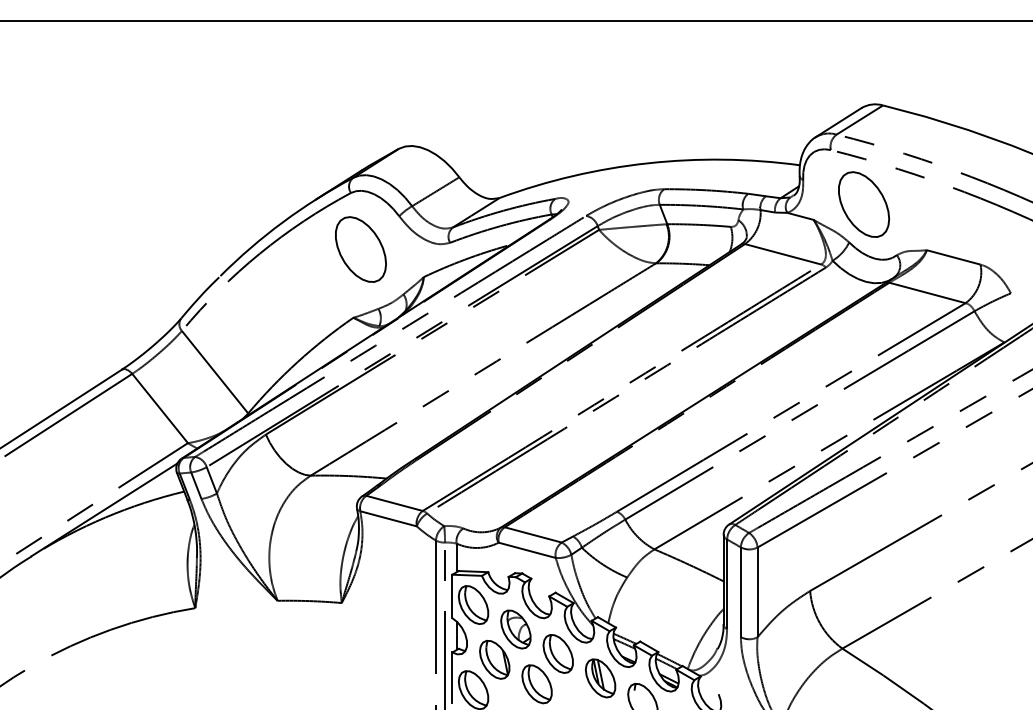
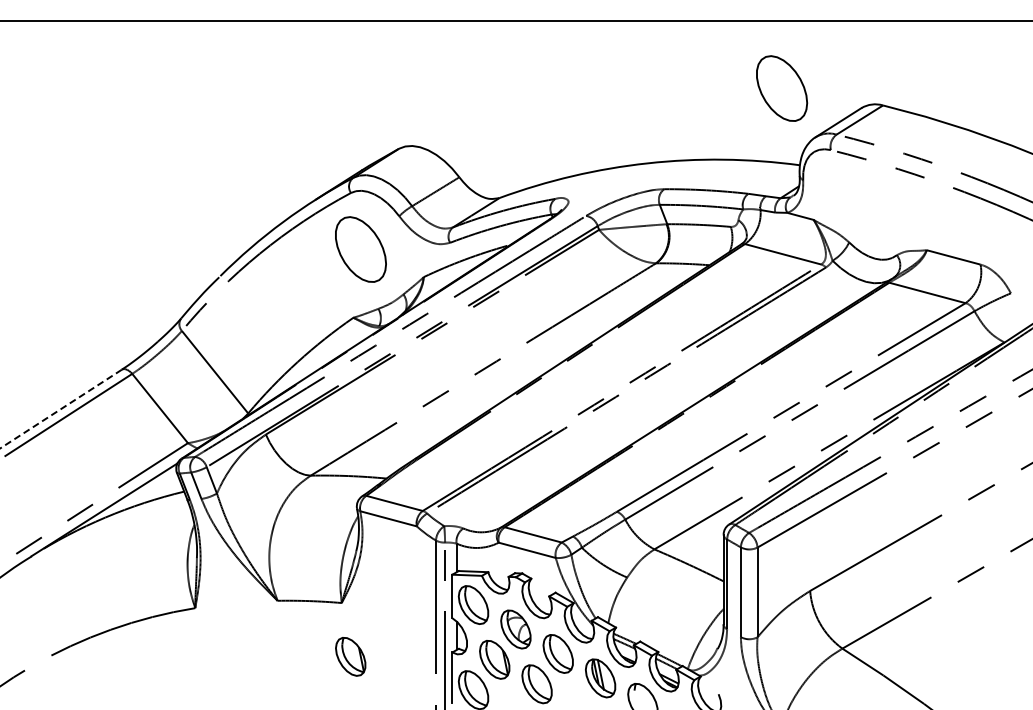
part at (864, 204) position: (864, 204) -> (782, 88)
line at (60, 409): solid -> dashed
part at (350, 656): none -> present
